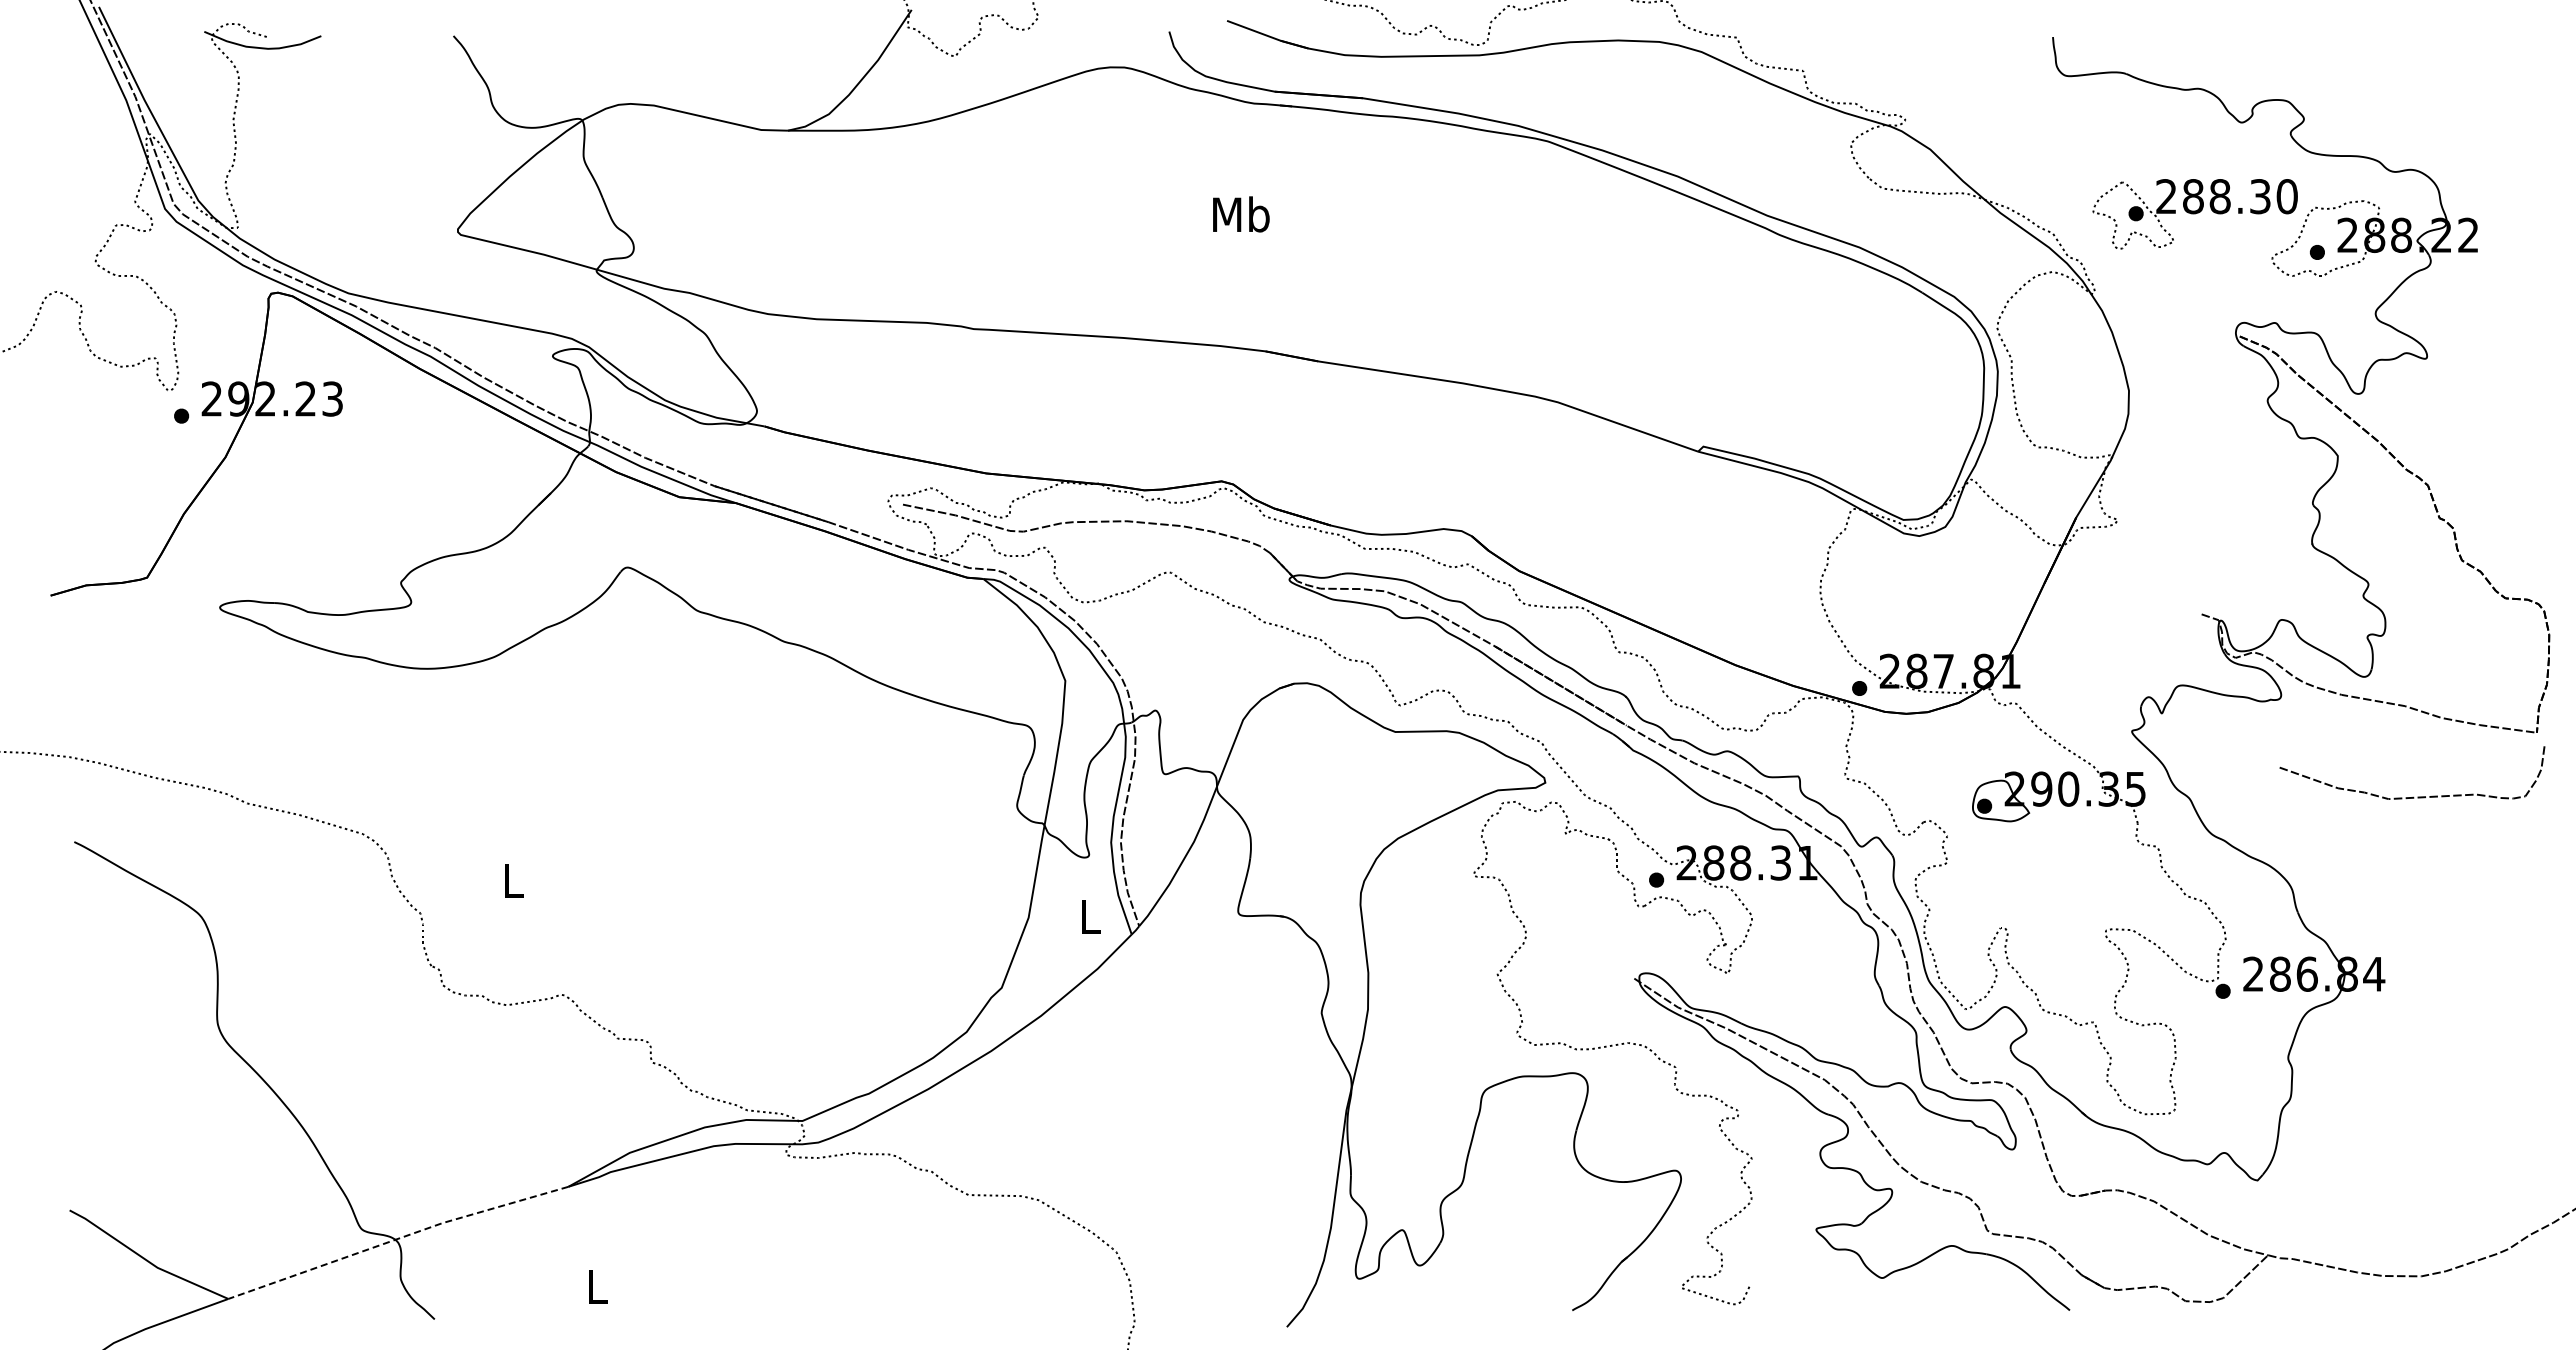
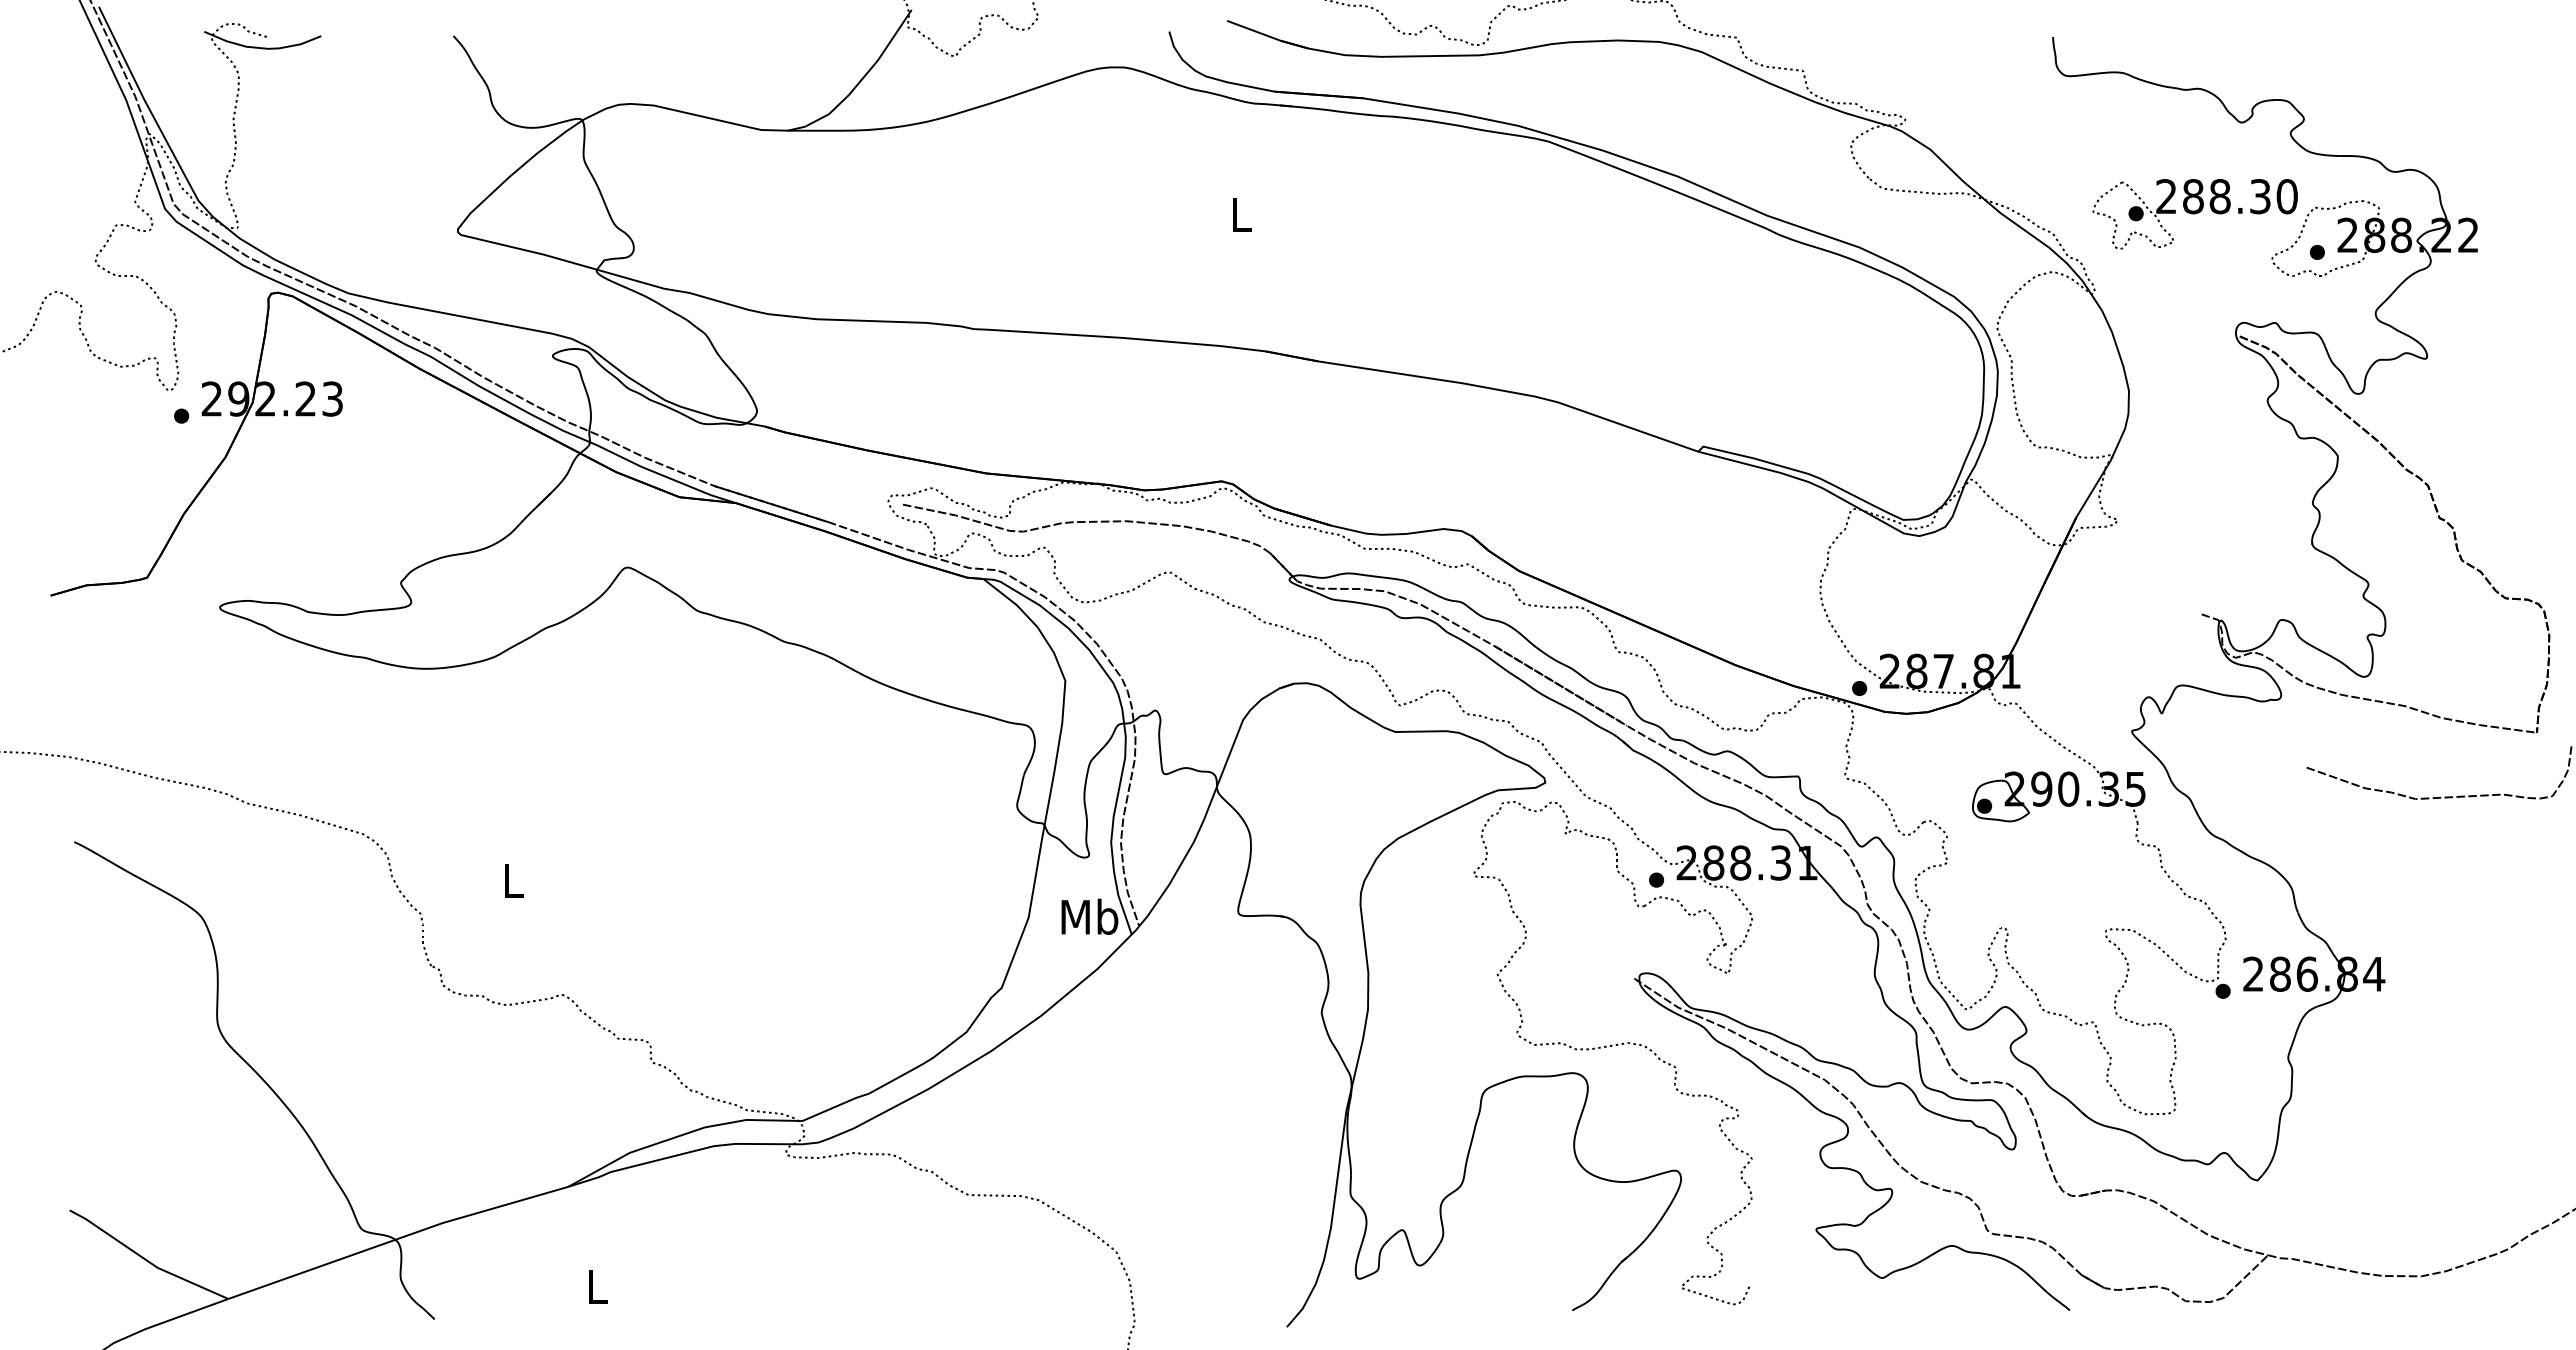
text at (1241, 214): Mb -> L
curve at (2413, 796) position: (2413, 796) -> (2440, 796)
text at (1089, 916): L -> Mb
line at (397, 1239): dashed -> solid
